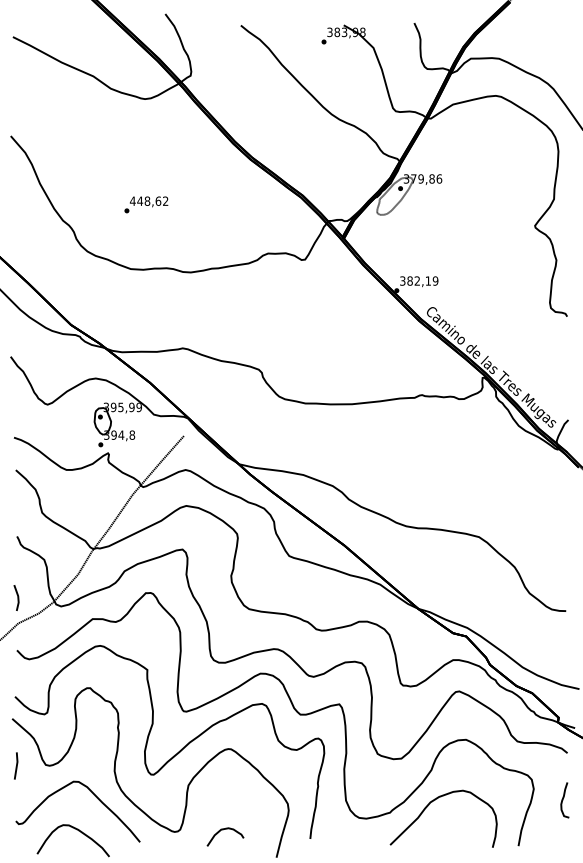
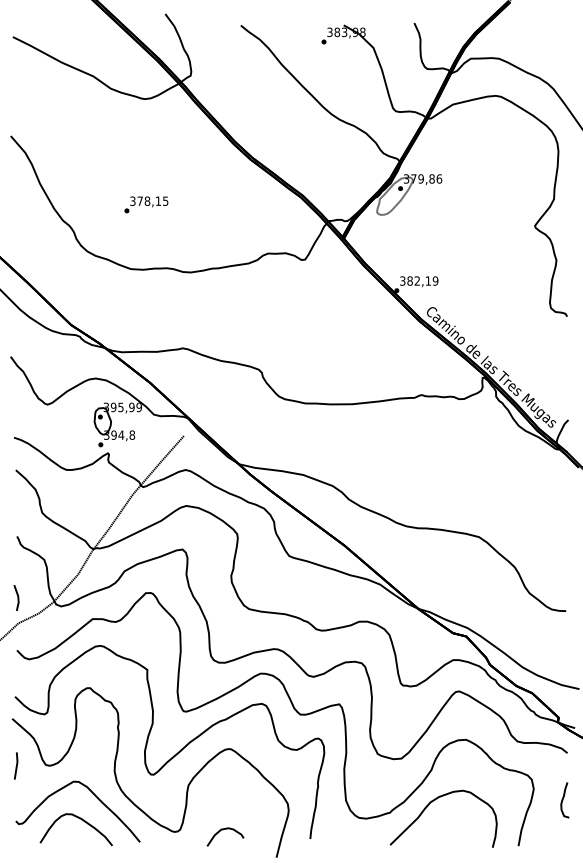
text at (148, 200): 448,62 -> 378,15
part at (78, 831) position: (78, 831) -> (81, 820)
